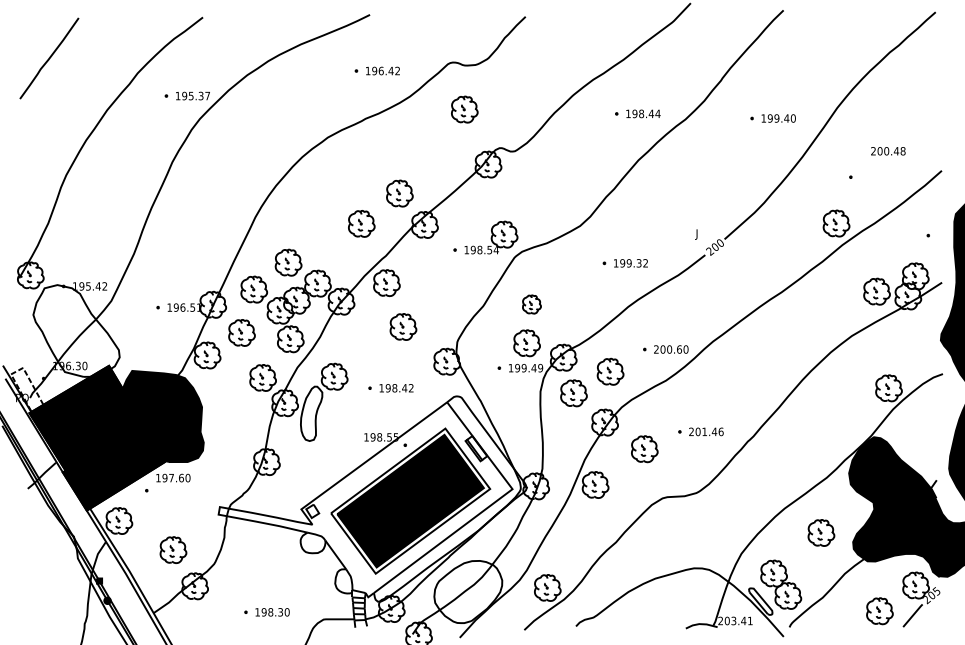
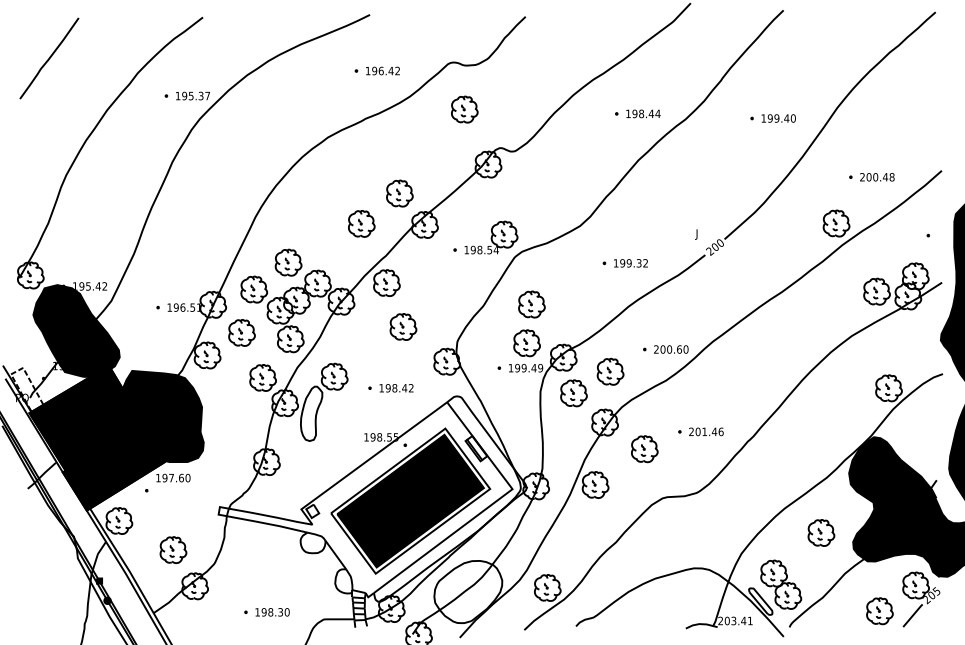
text at (888, 151) position: (888, 151) -> (877, 177)
part at (531, 304) size: 20x21 px -> 28x29 px
fill at (76, 330): none -> present
